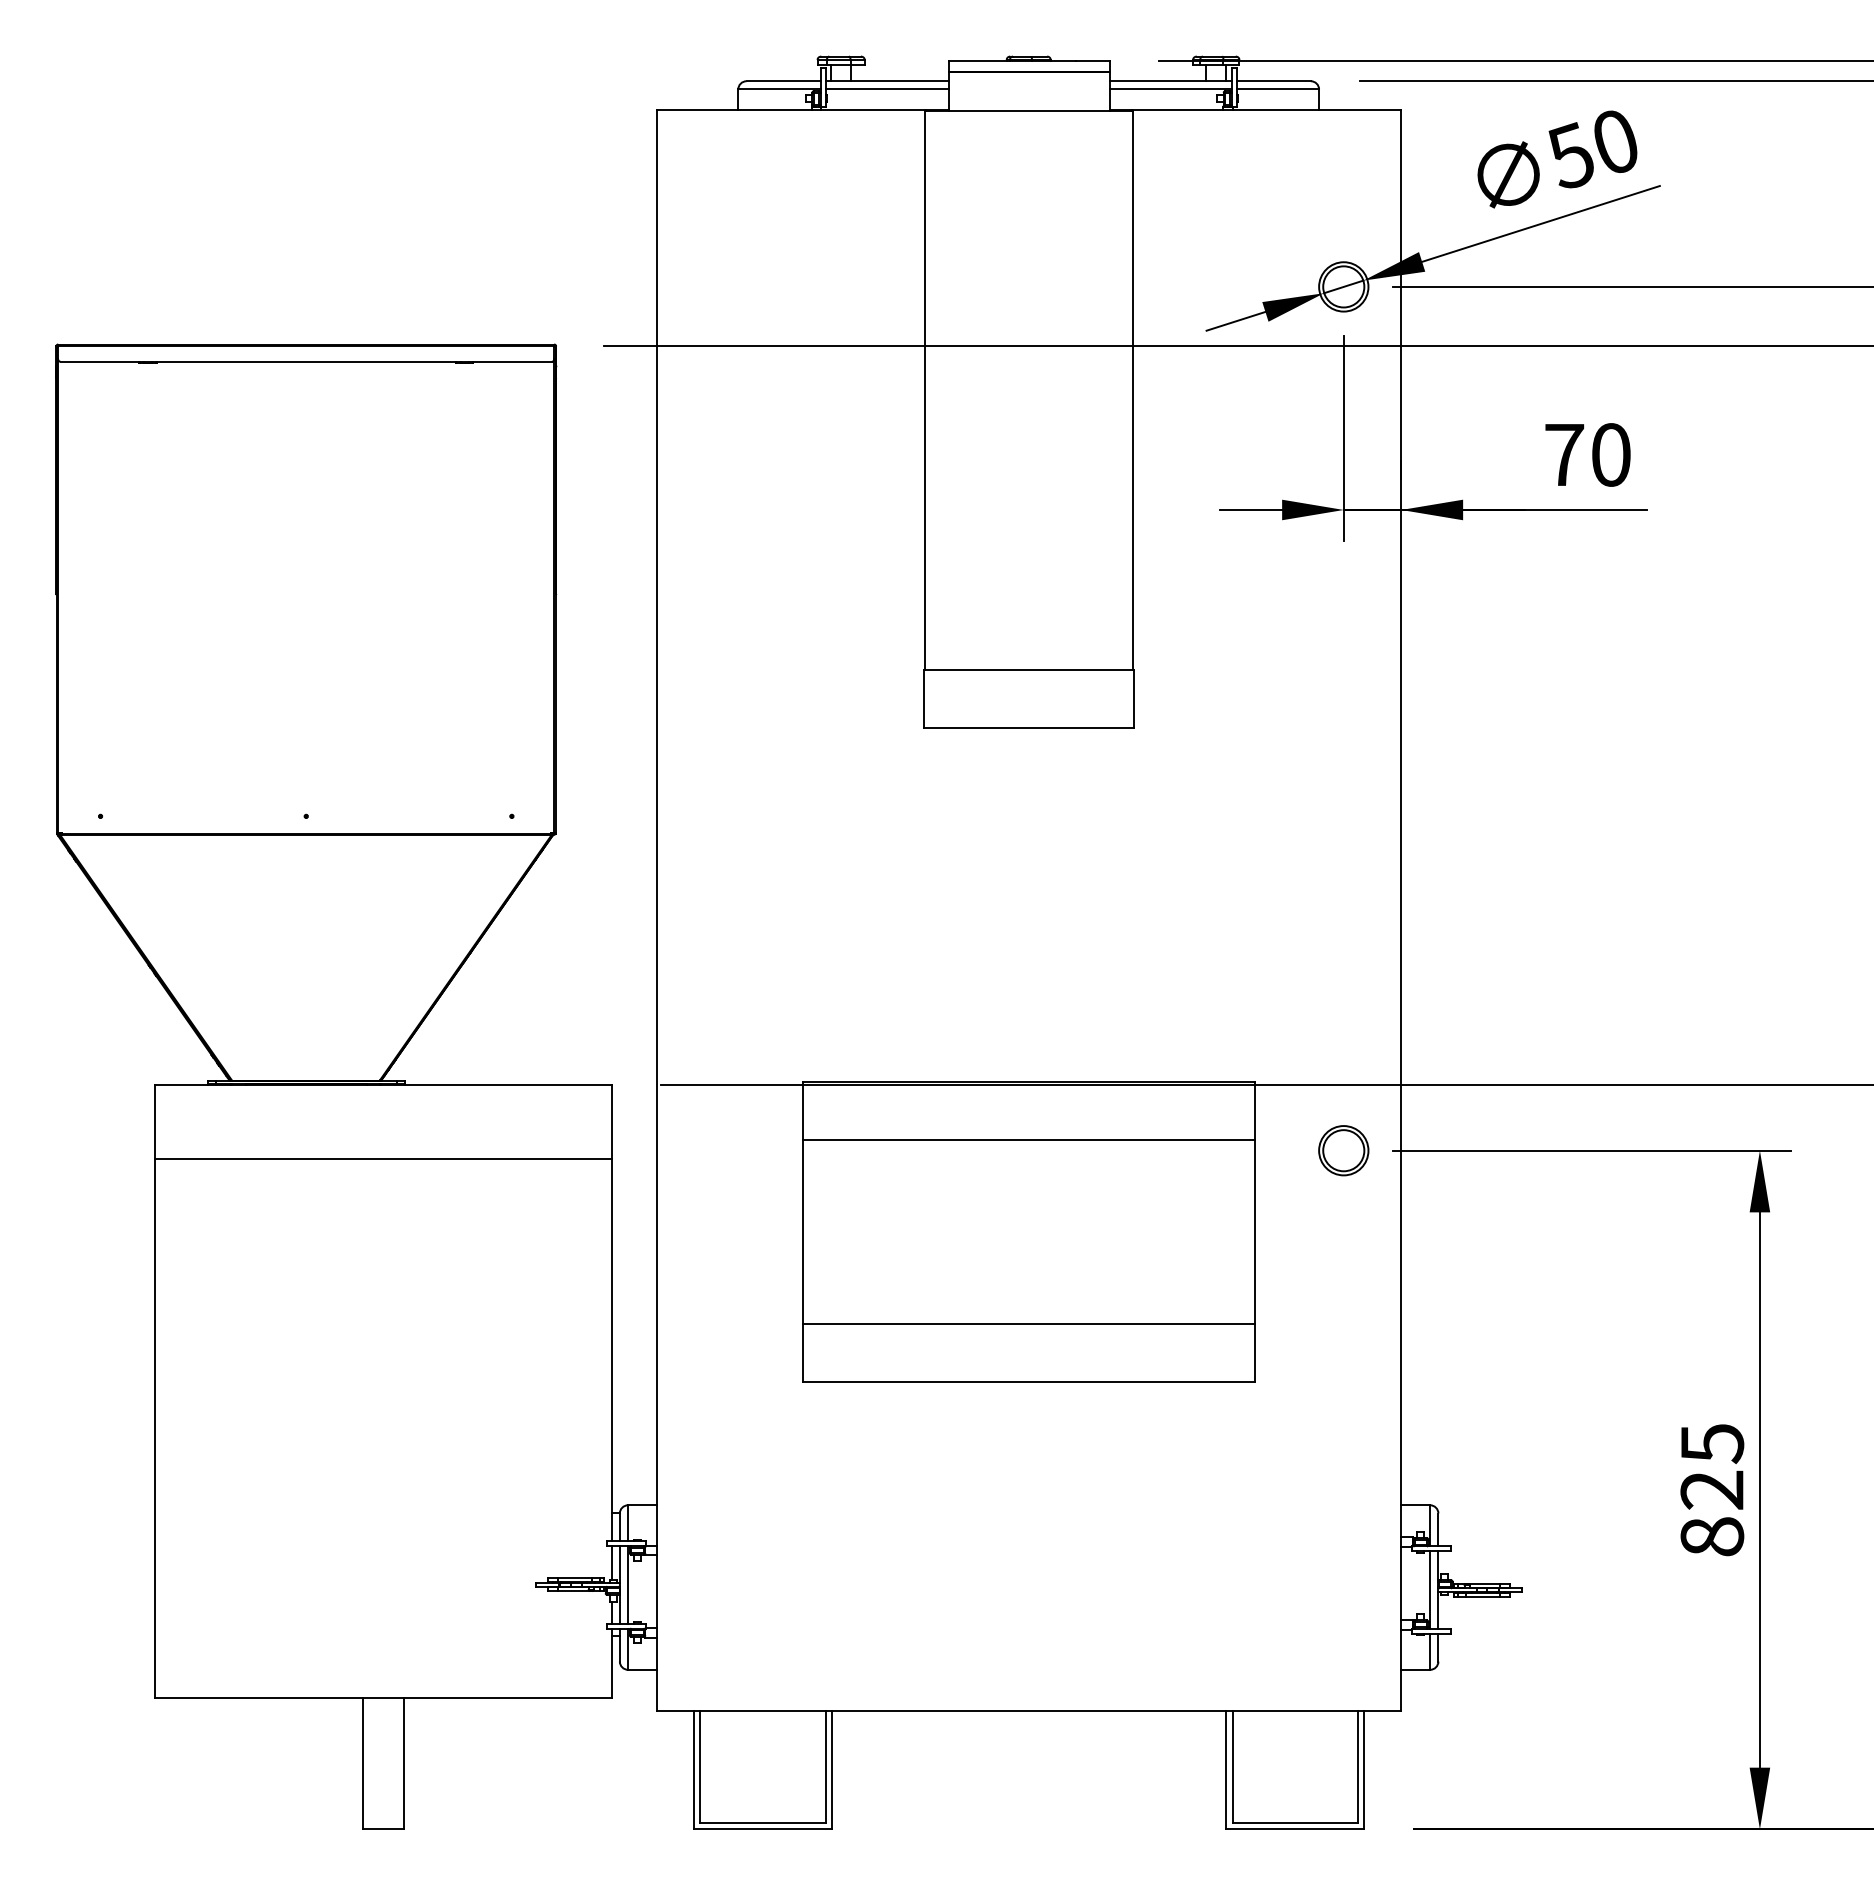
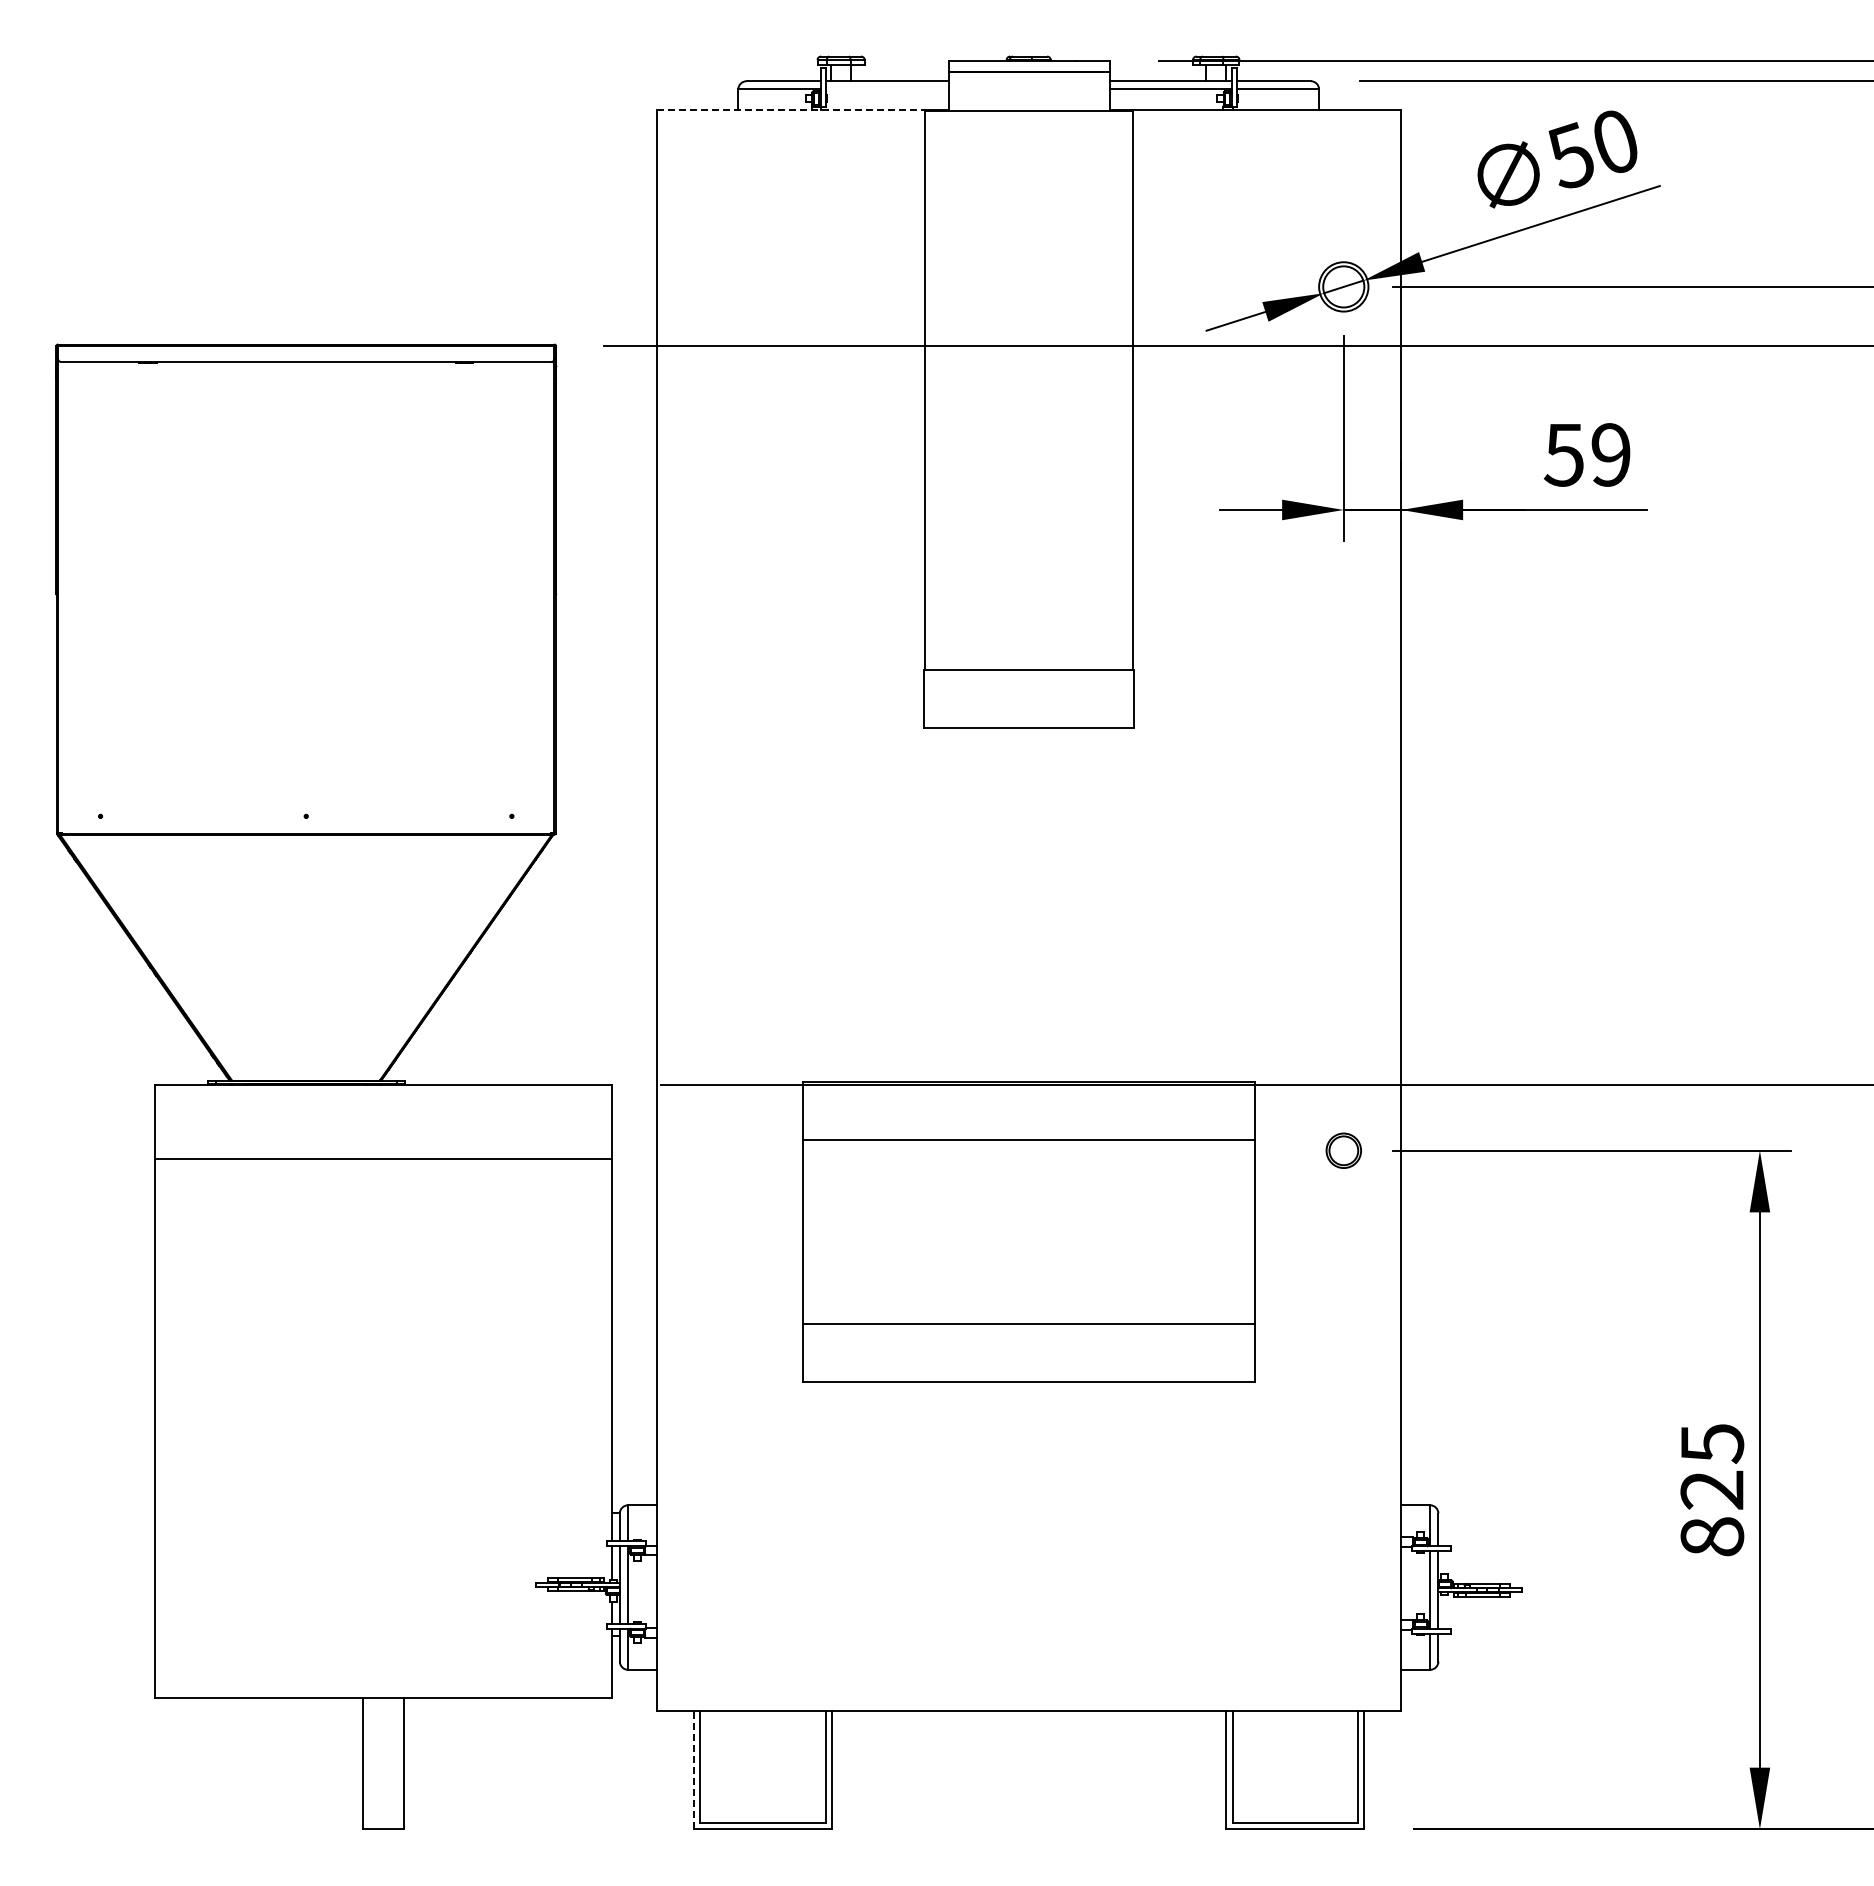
line at (886, 89): present -> none
line at (791, 110): solid -> dashed
text at (1586, 454): 70 -> 59
part at (1343, 1150) size: 52x52 px -> 37x37 px
line at (693, 1769): solid -> dashed
